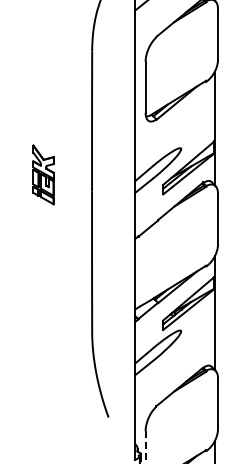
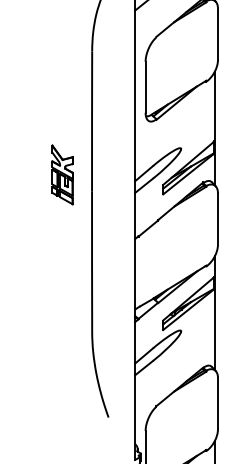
part at (43, 174) position: (43, 174) -> (62, 174)
line at (145, 447): dashed -> solid
